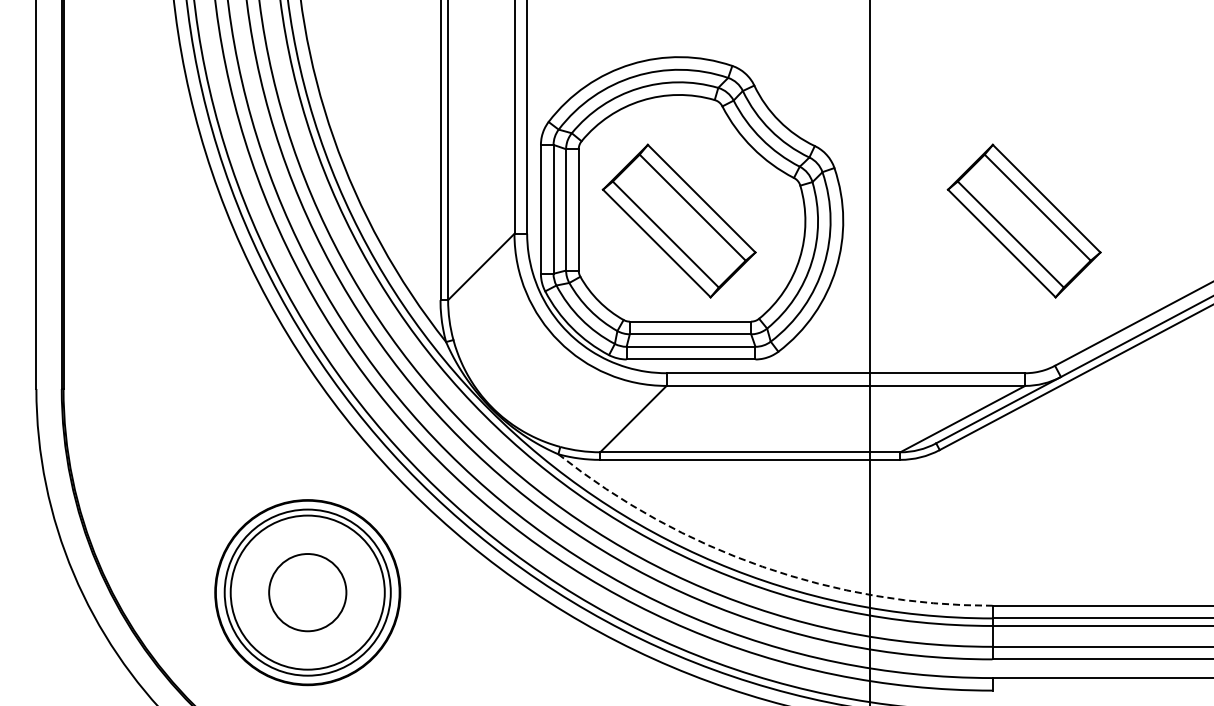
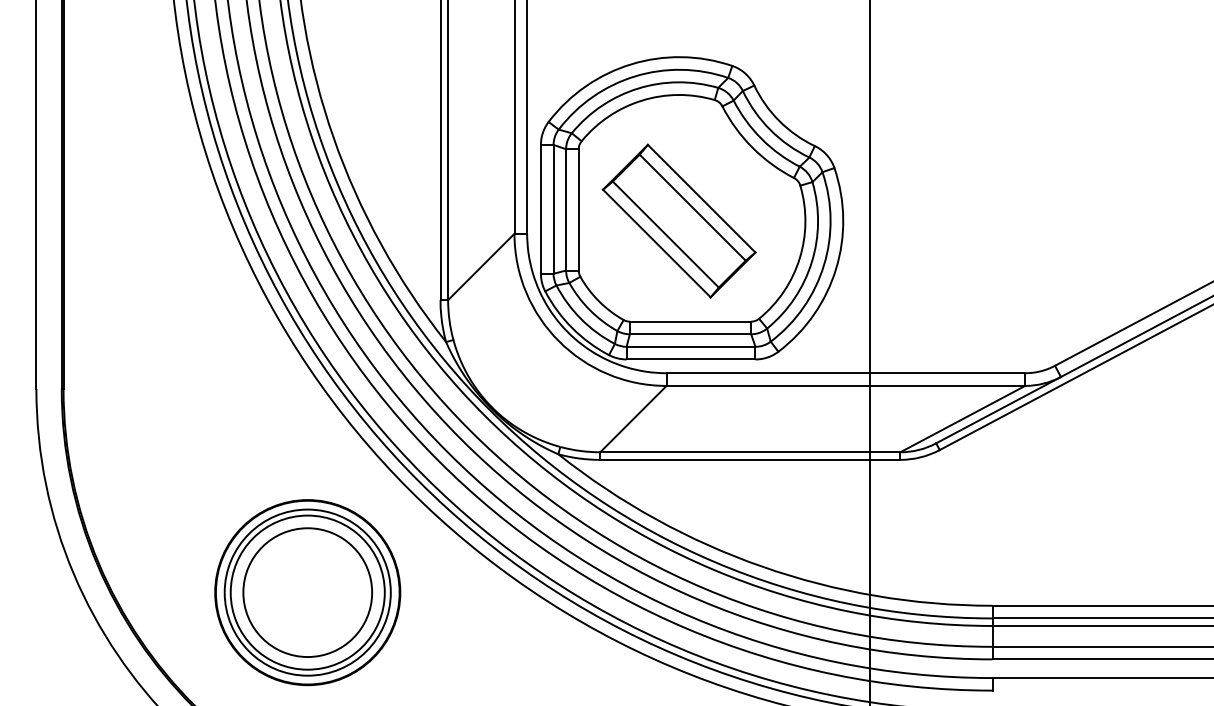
part at (1023, 220): present -> none
arc at (762, 566): dashed -> solid
circle at (307, 592) diameter: 77 px -> 129 px
